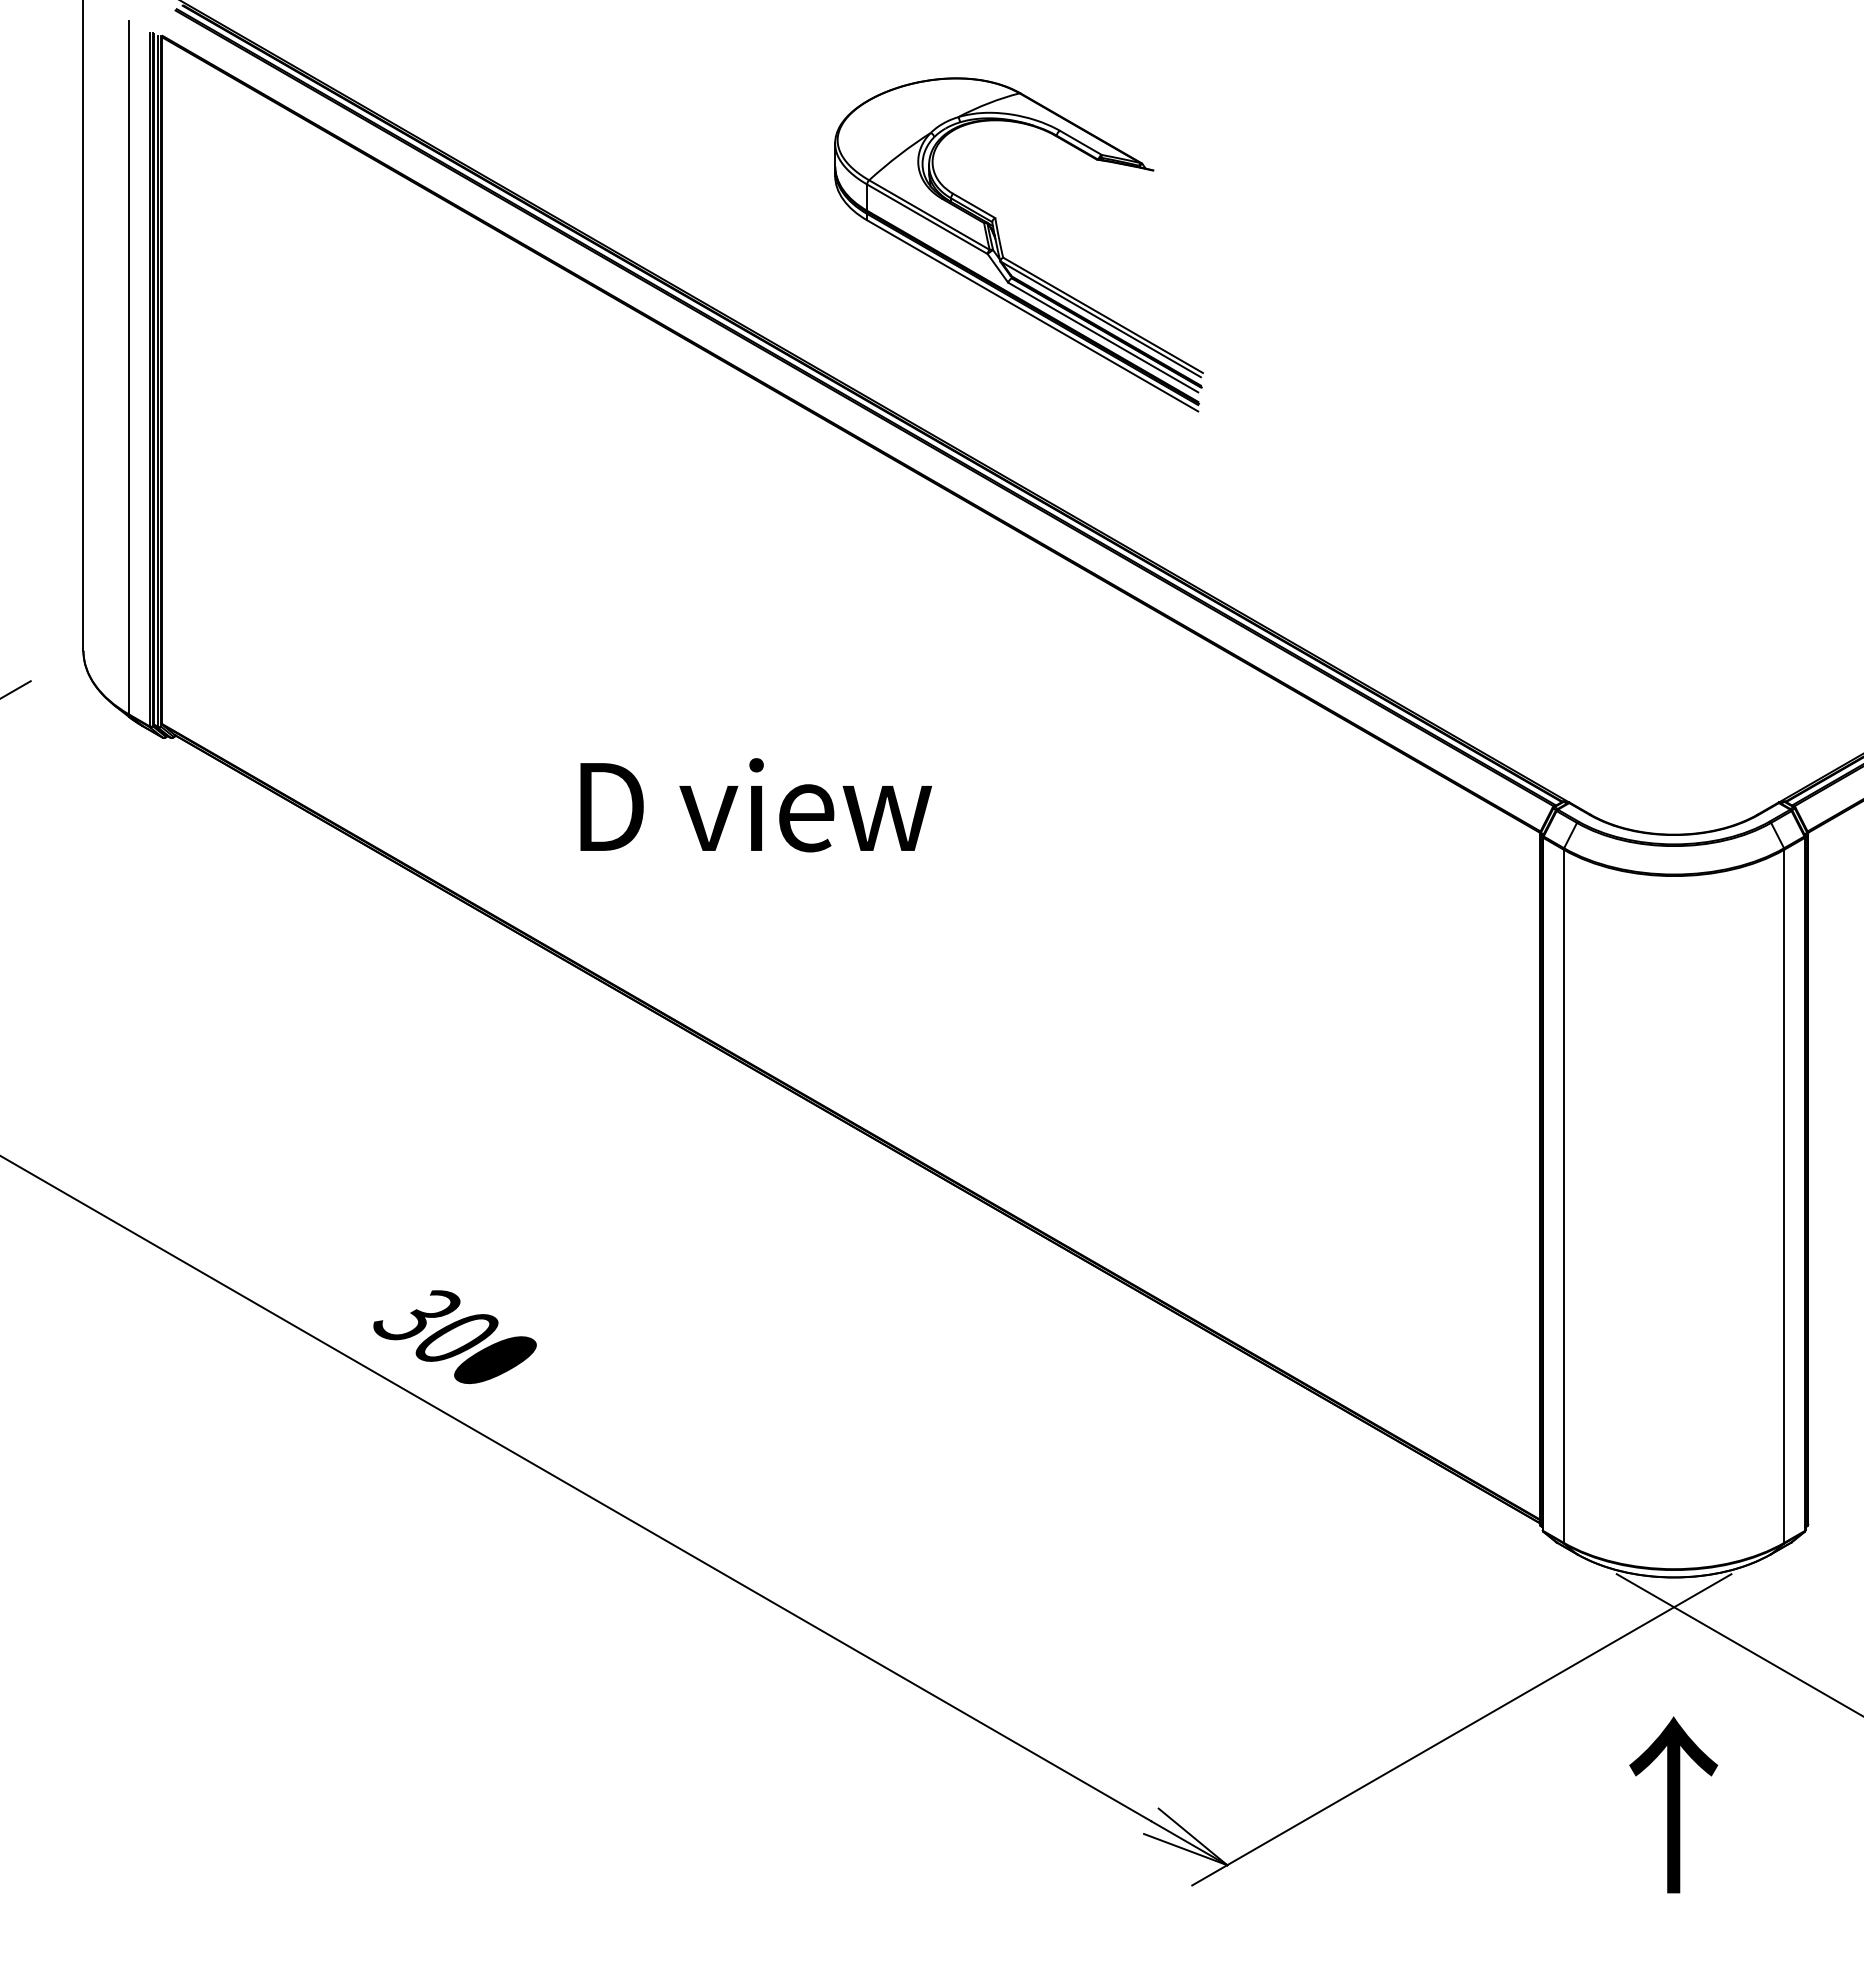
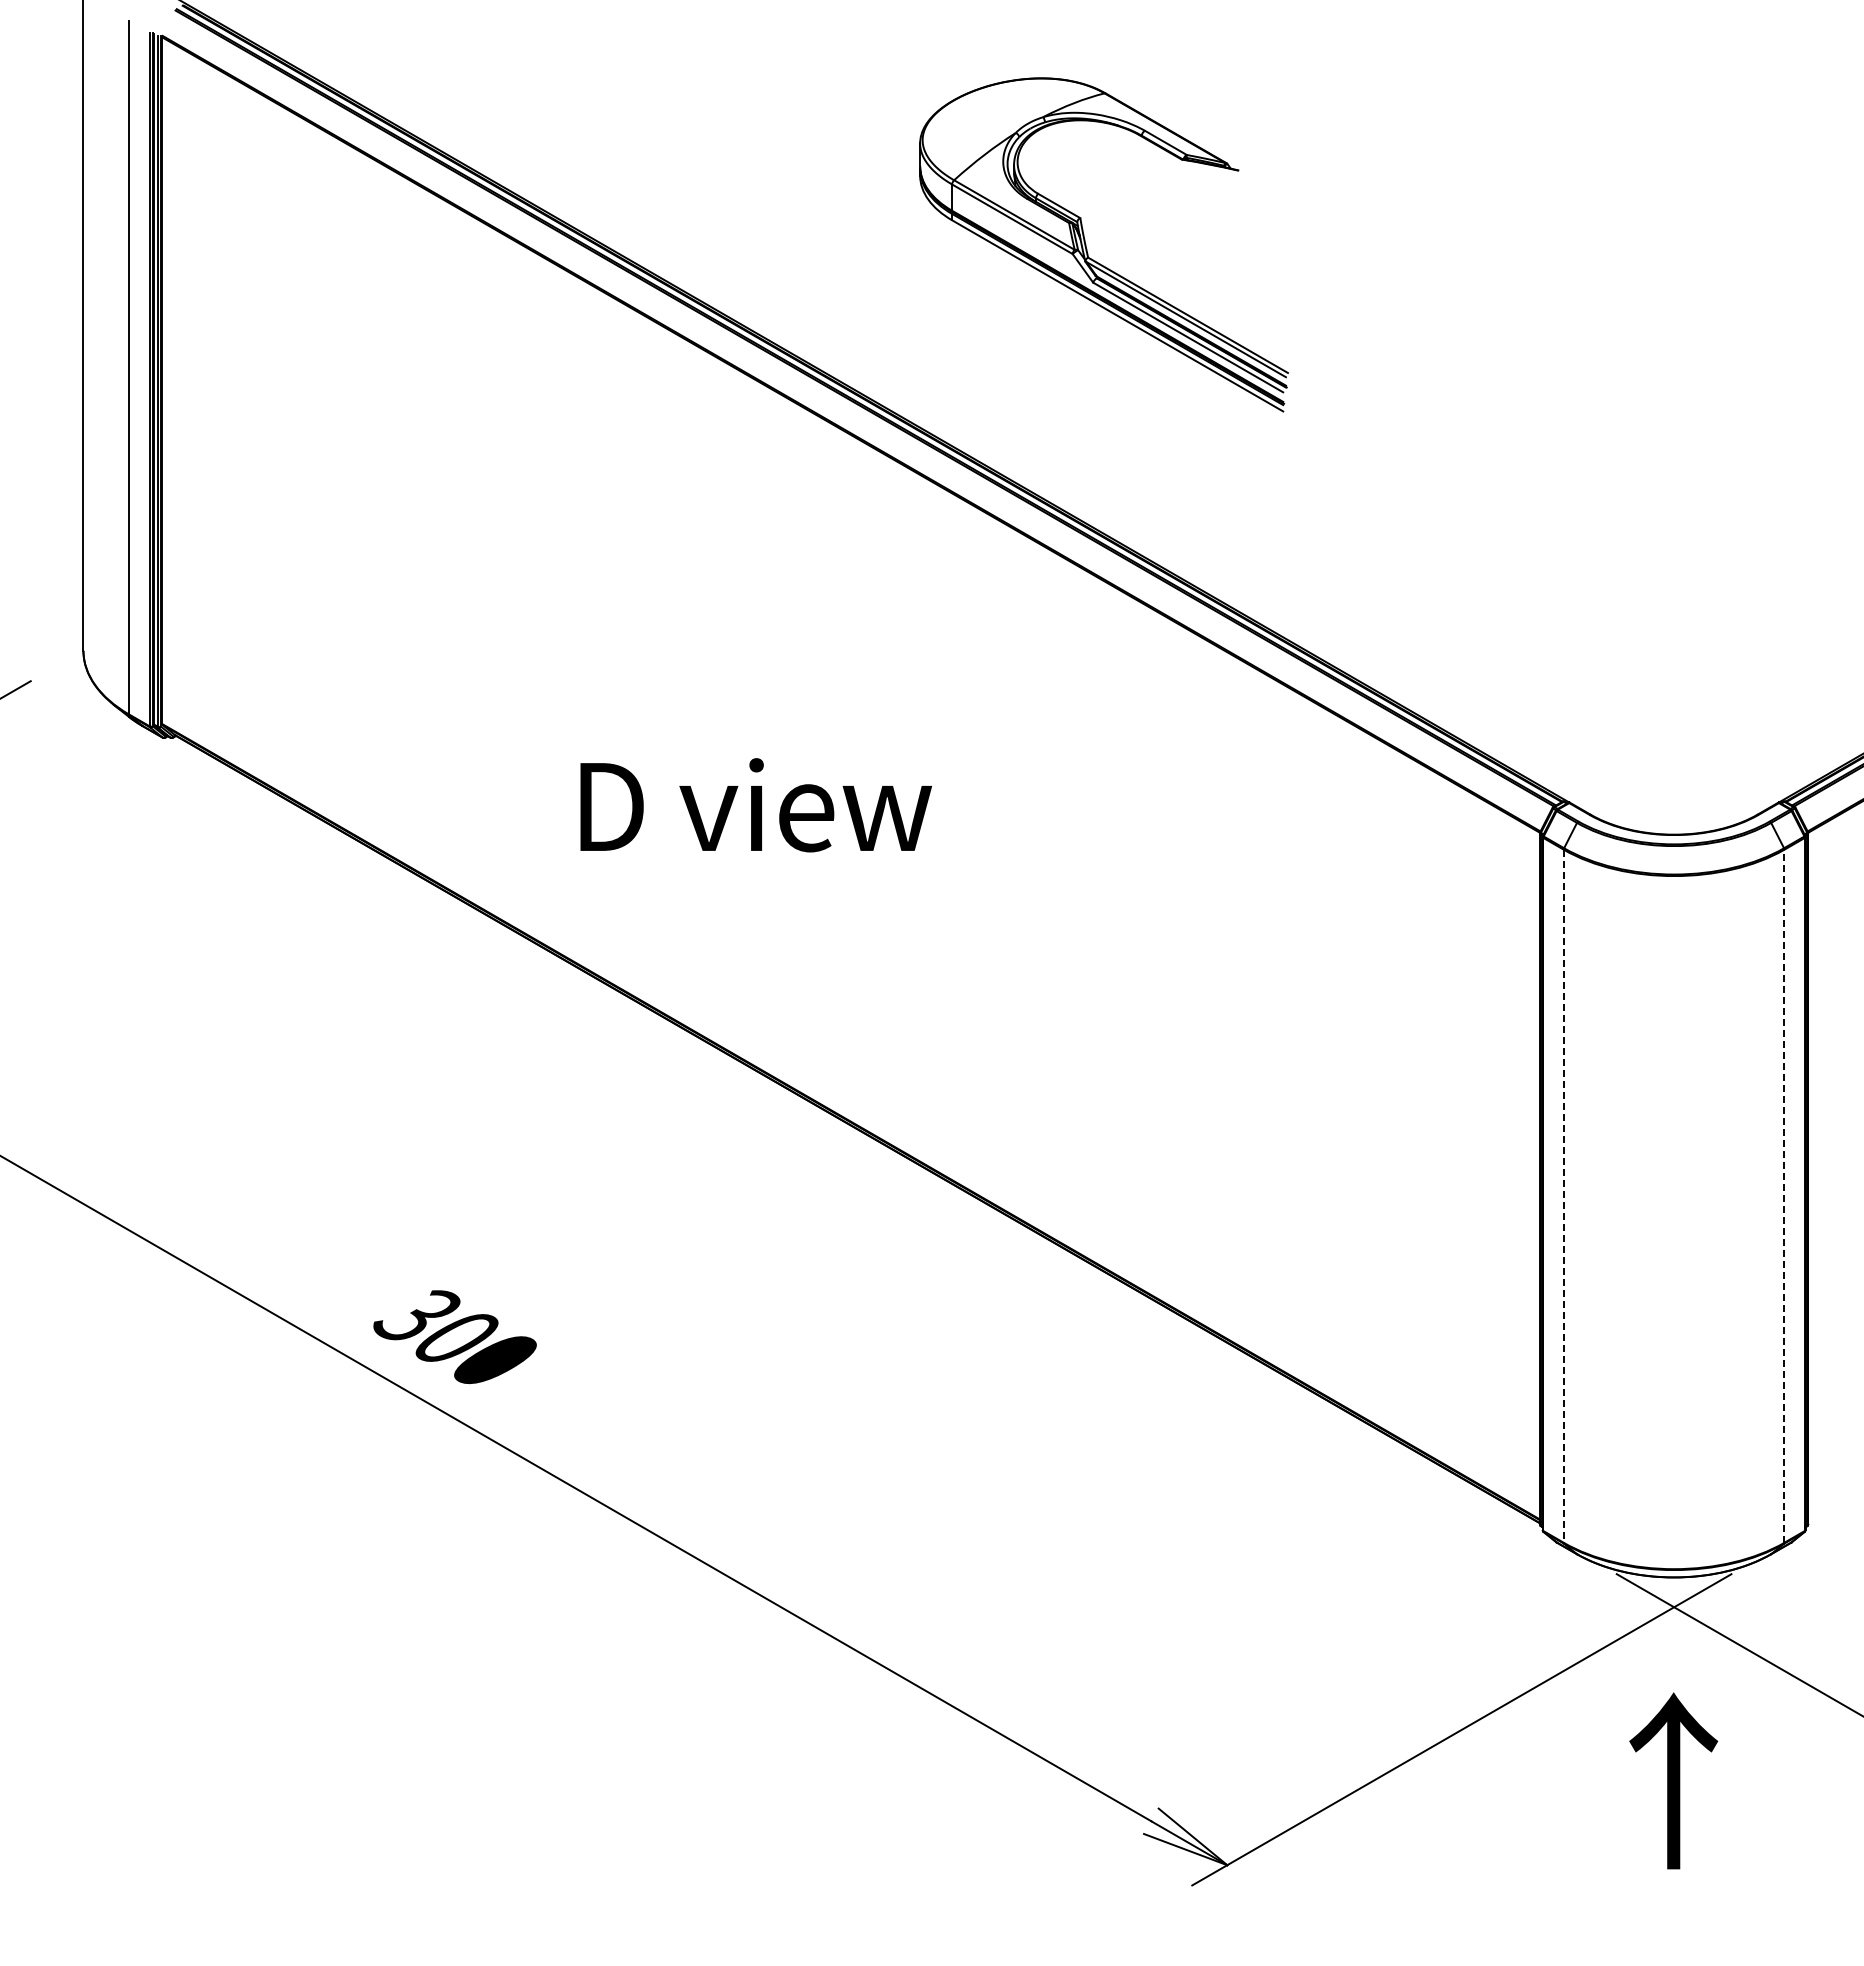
part at (1002, 249) position: (1002, 249) -> (1087, 249)
line at (1563, 1196): solid -> dashed
line at (1784, 1196): solid -> dashed
text at (1673, 1804) position: (1673, 1804) -> (1673, 1780)
